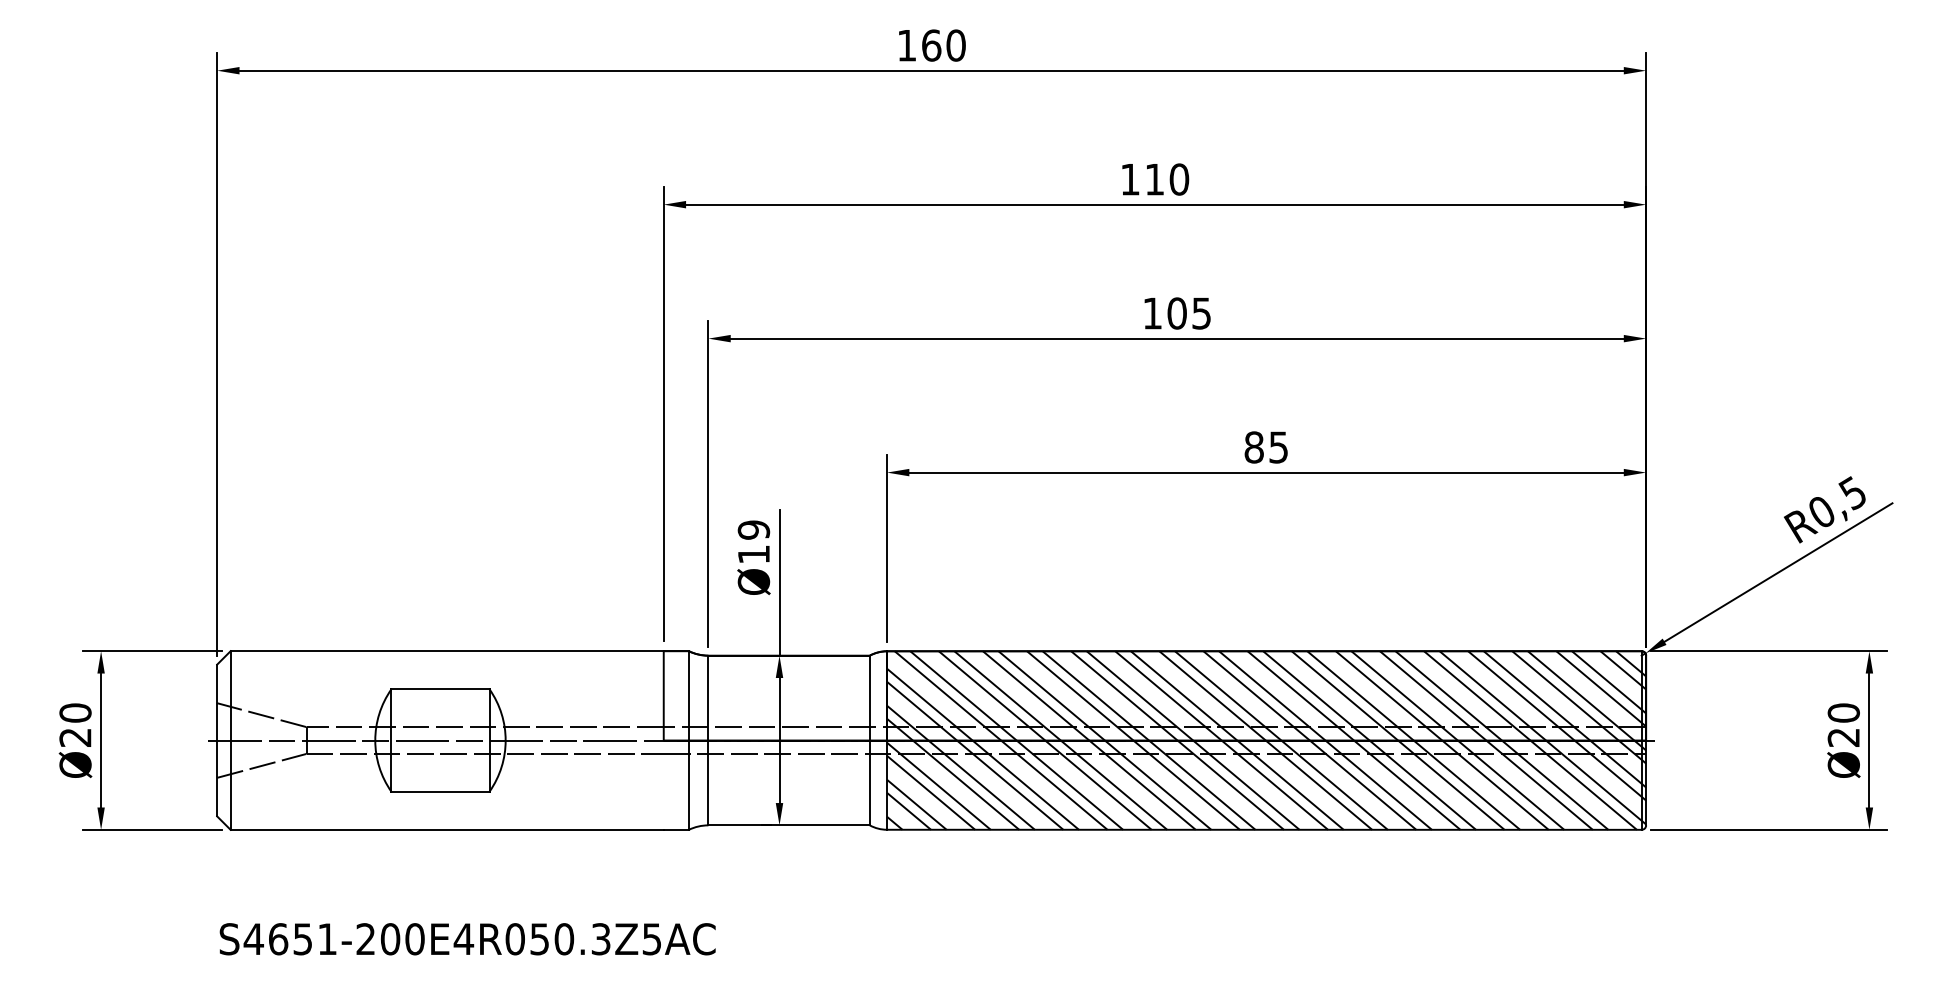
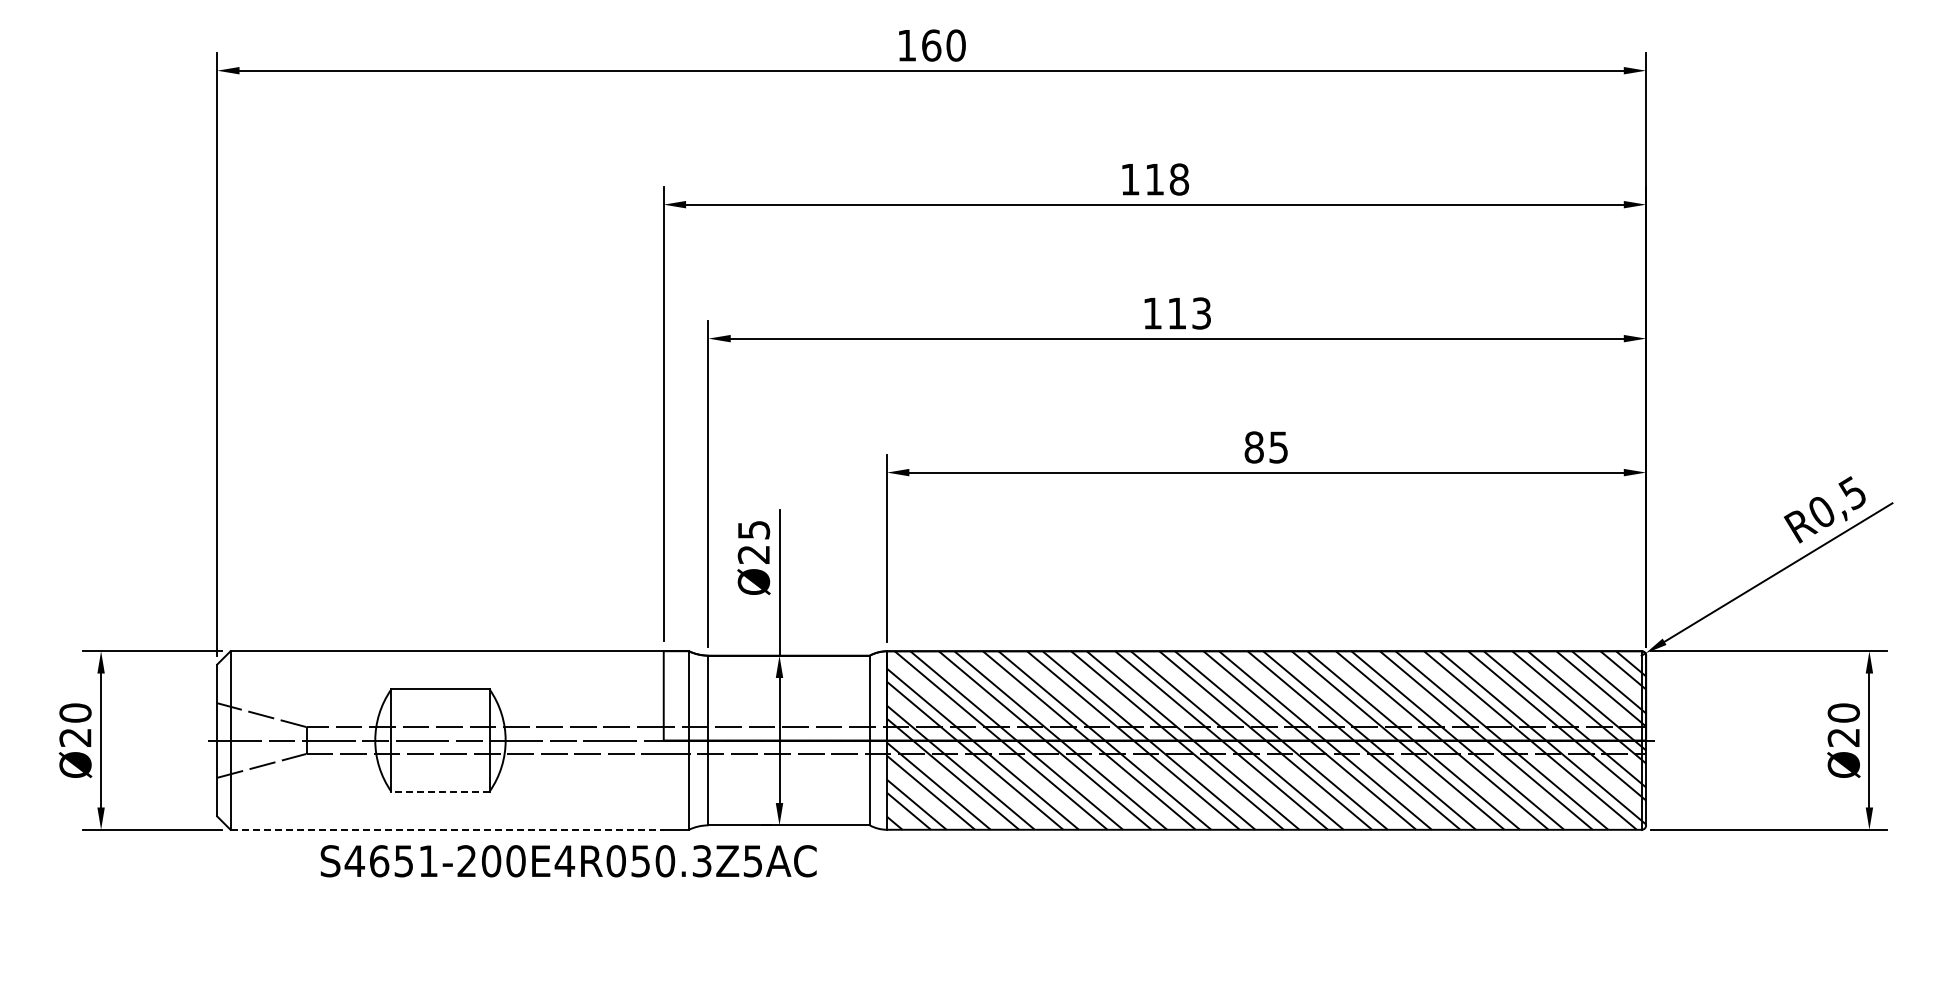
text at (1179, 179): 110 -> 118
text at (1188, 313): 105 -> 113
text at (753, 541): Ø19 -> Ø25
line at (439, 791): solid -> dashed
line at (447, 829): solid -> dashed
text at (467, 939) position: (467, 939) -> (568, 861)
